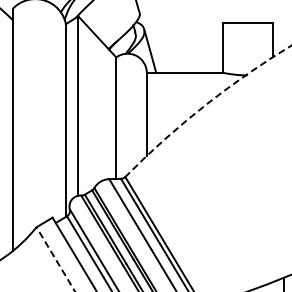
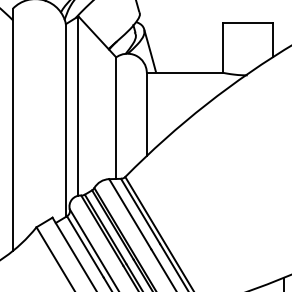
arc at (205, 105): dashed -> solid
line at (55, 258): dashed -> solid
